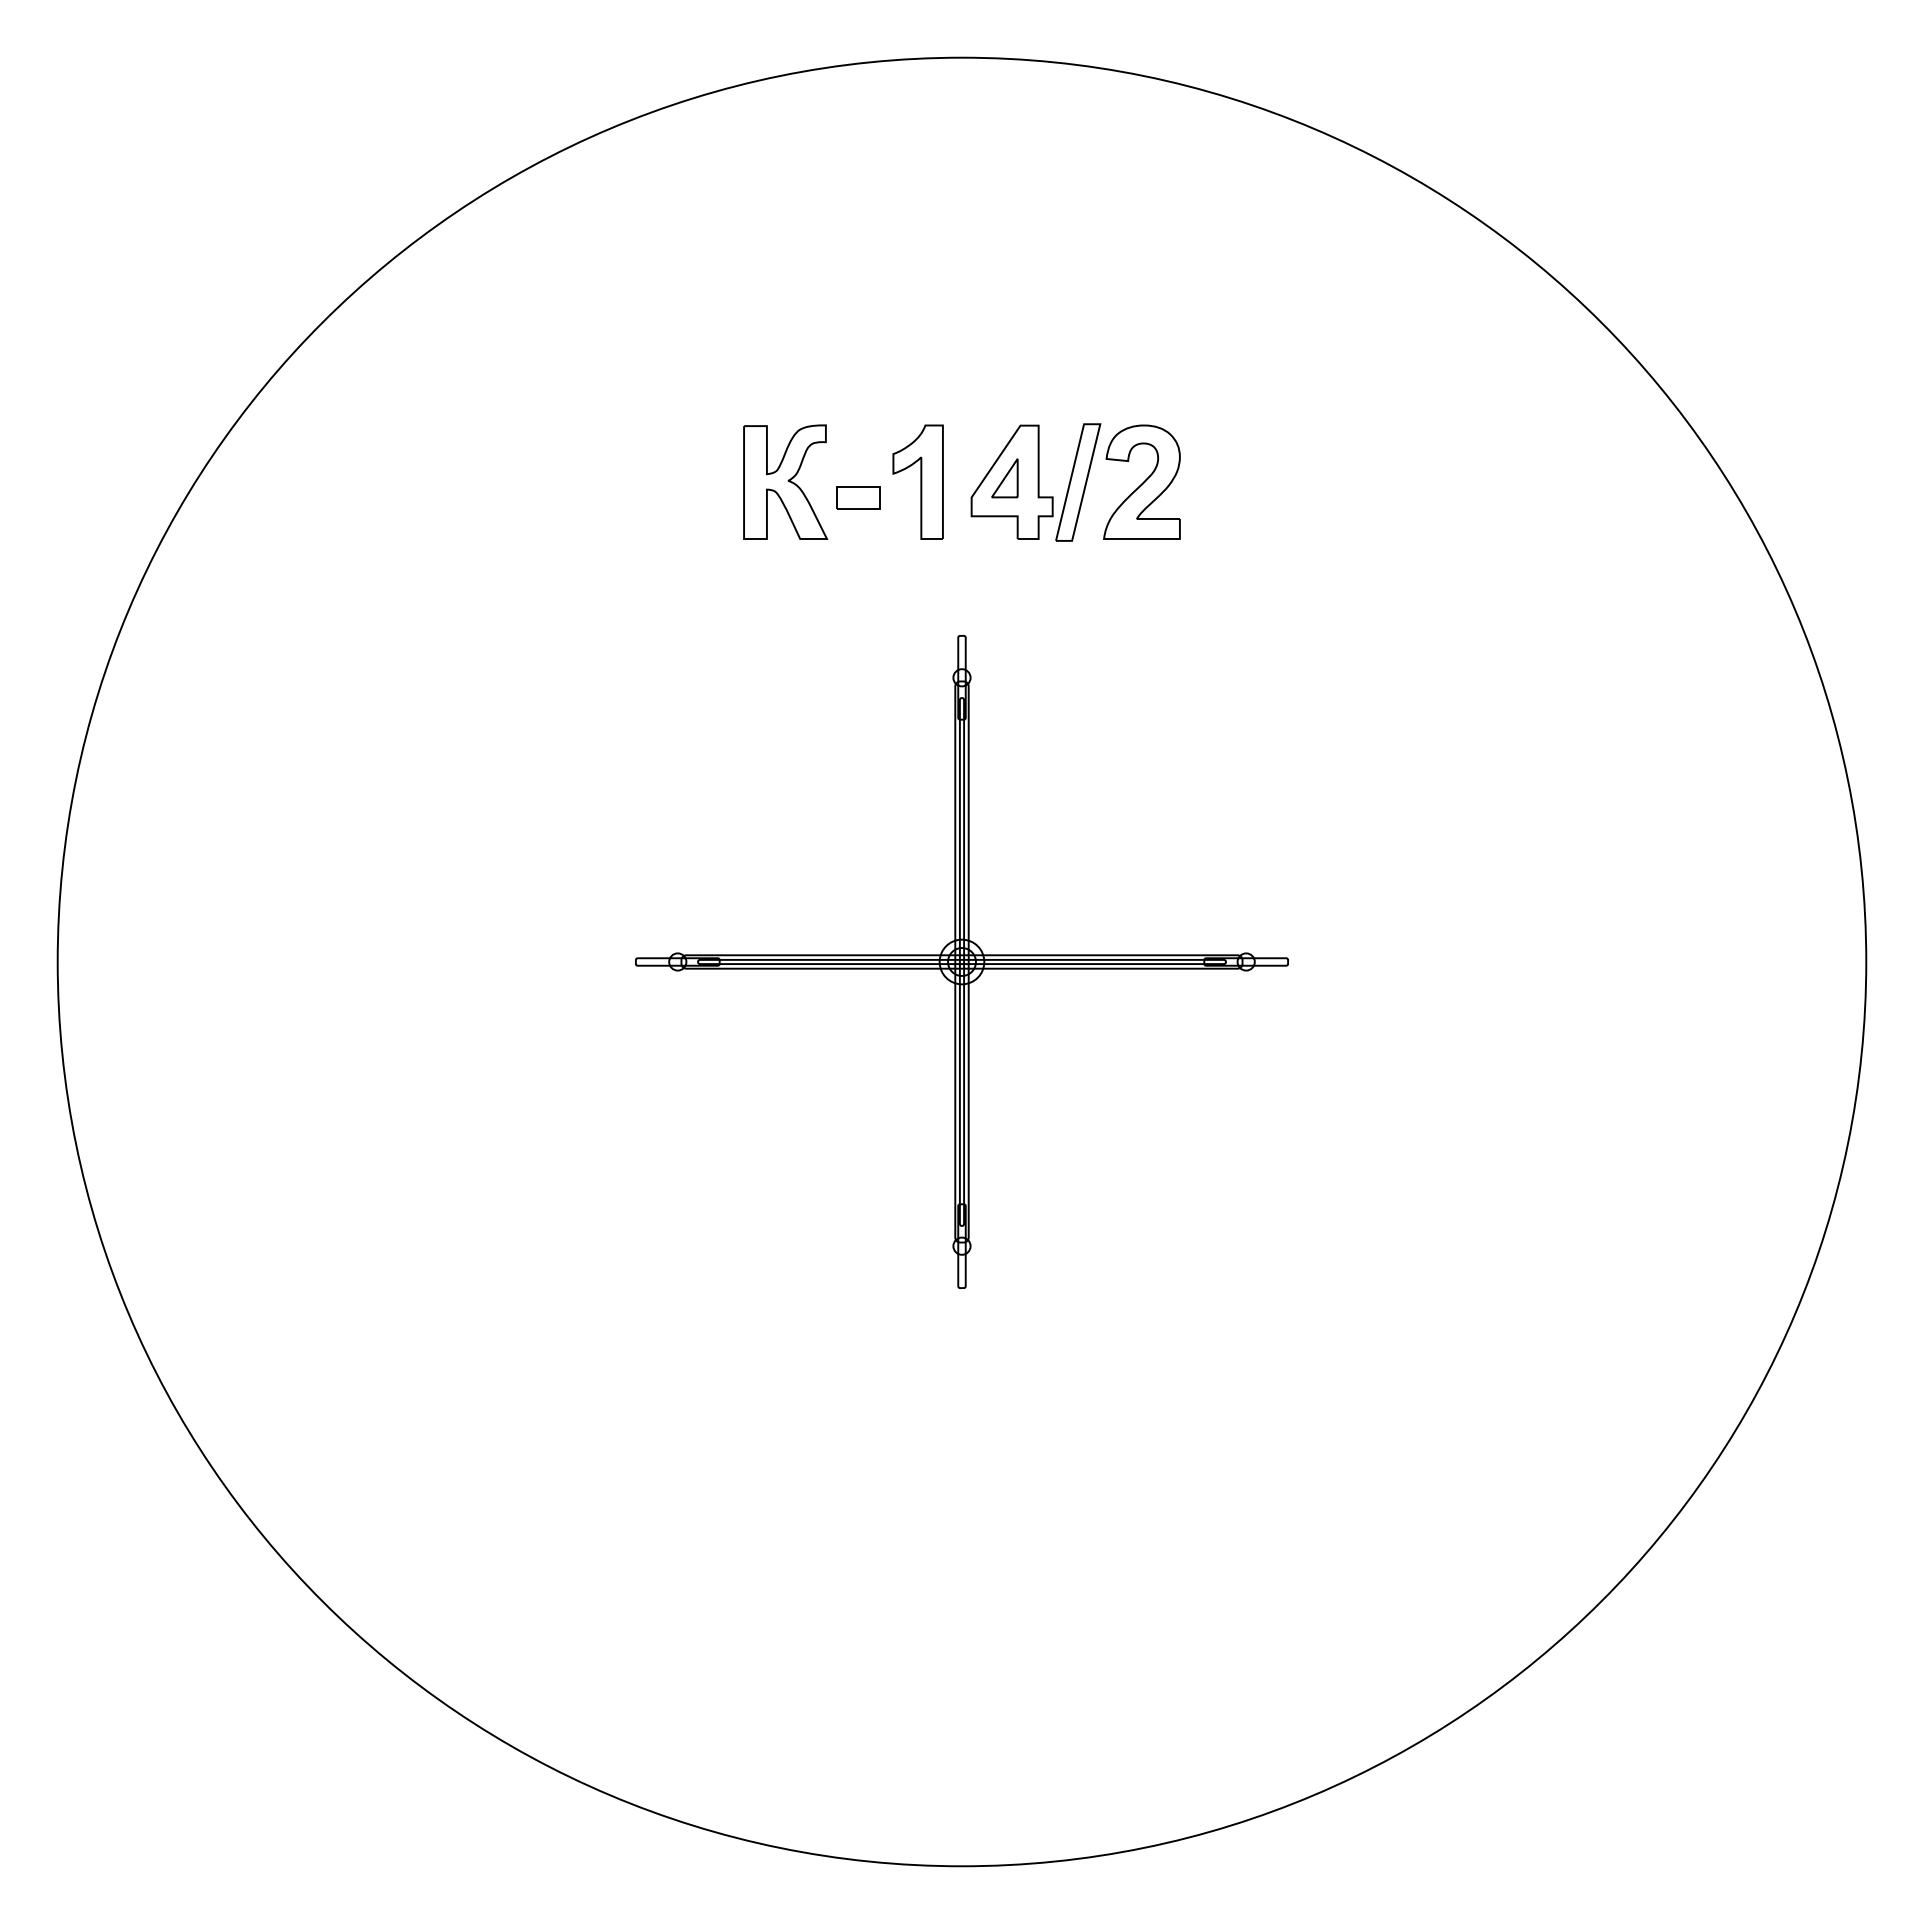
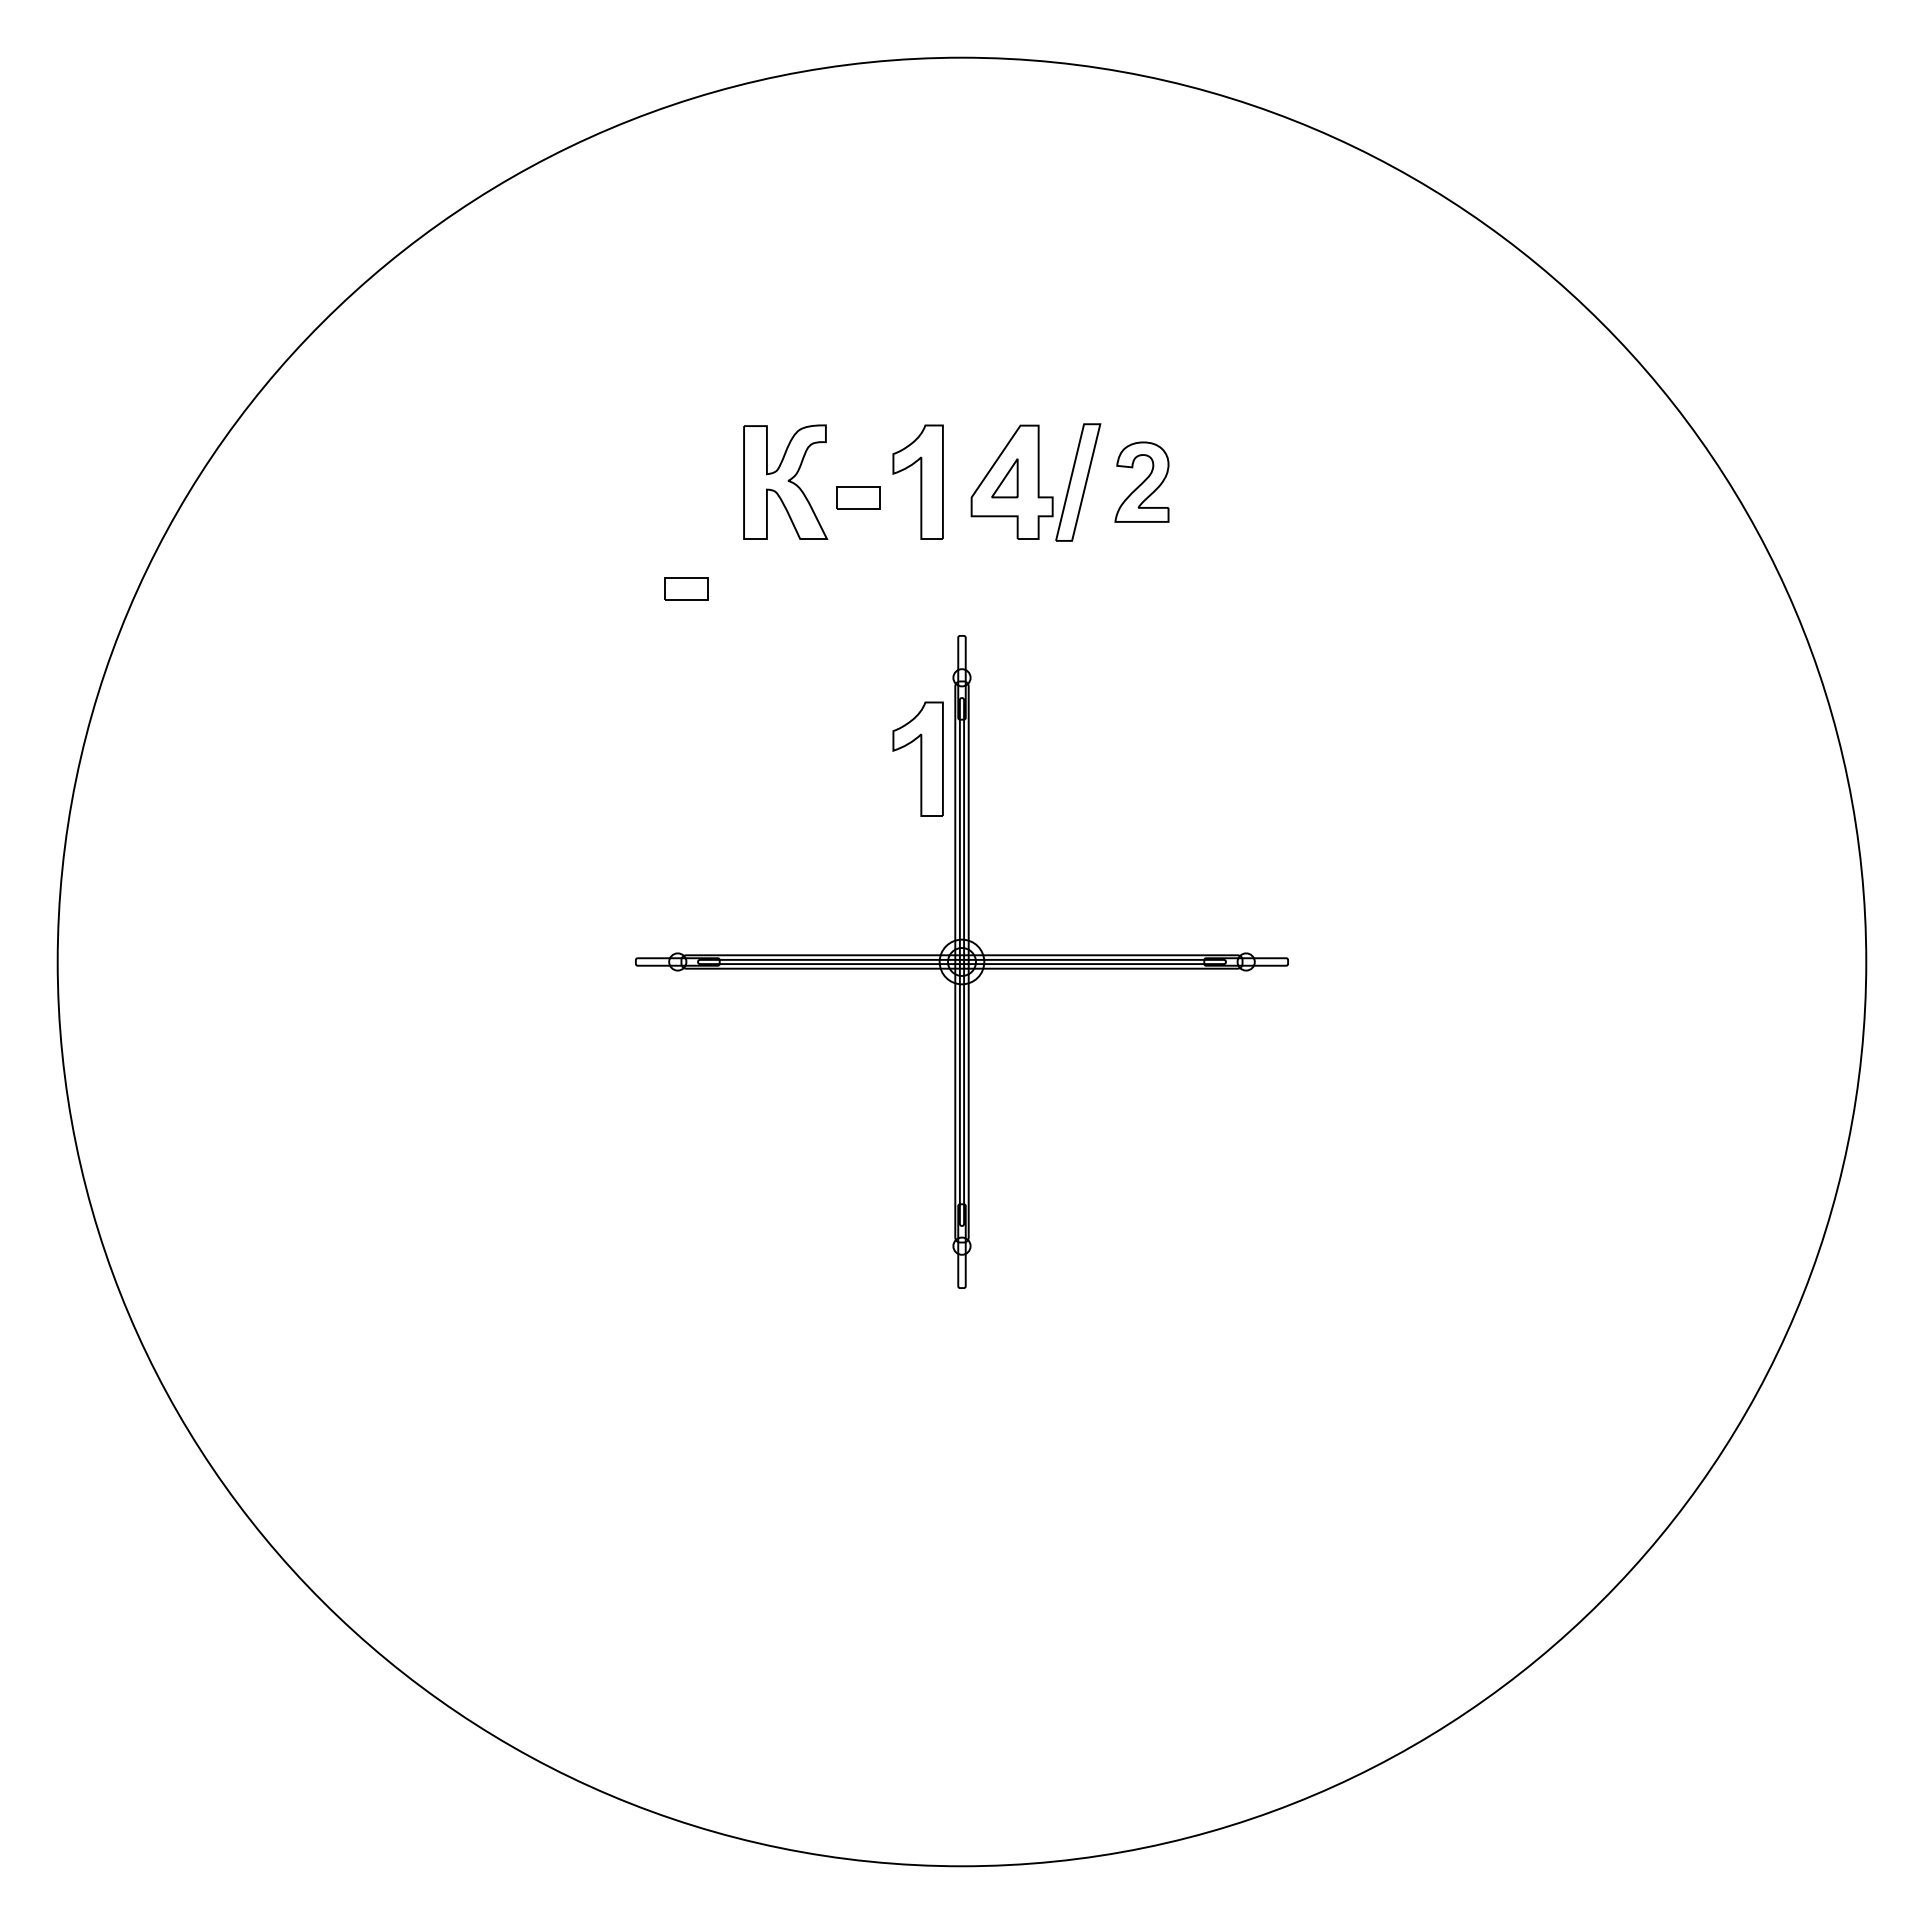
part at (1141, 481) size: 78x116 px -> 56x82 px
part at (686, 588): none -> present
part at (917, 758): none -> present
